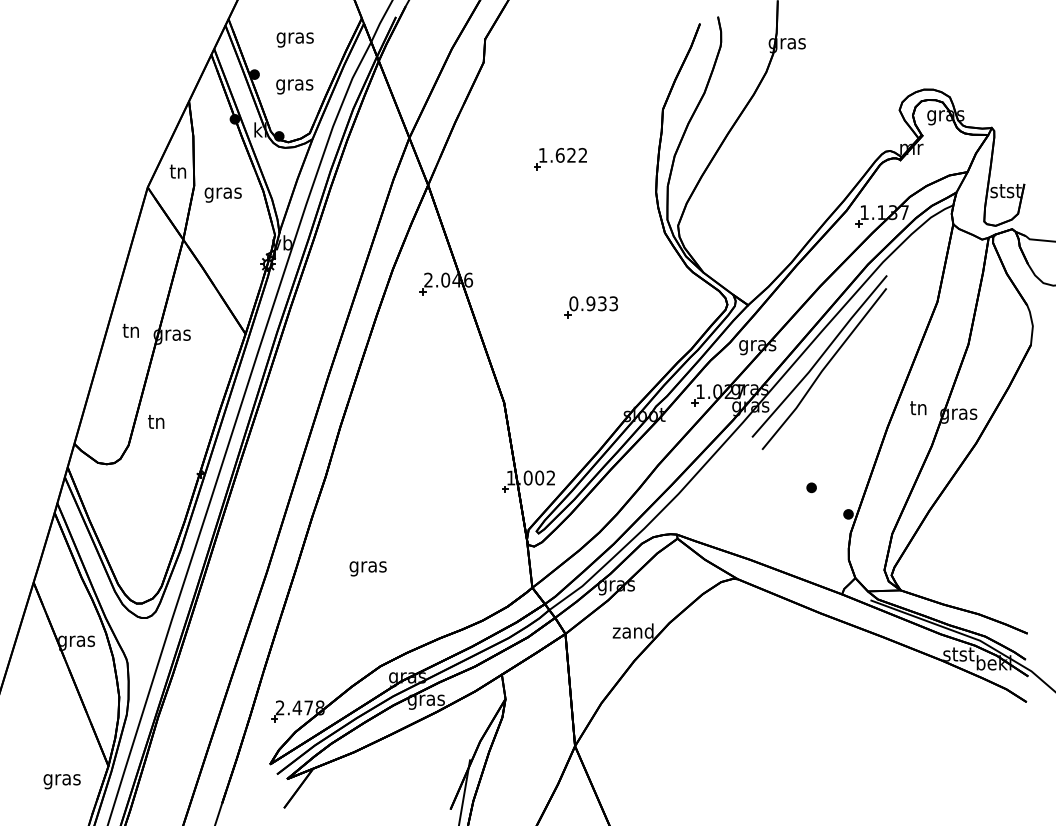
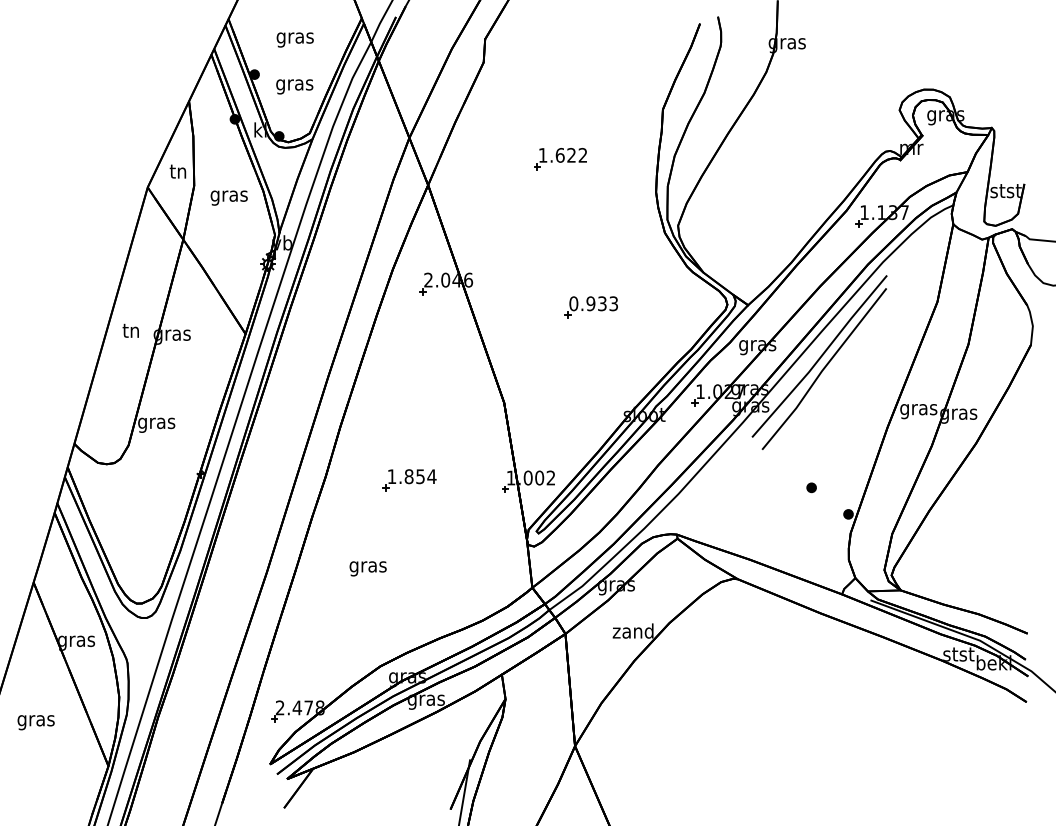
text at (222, 194) position: (222, 194) -> (228, 197)
text at (918, 410): tn -> gras
text at (156, 423): tn -> gras
part at (409, 480): none -> present
text at (61, 781) position: (61, 781) -> (35, 722)
